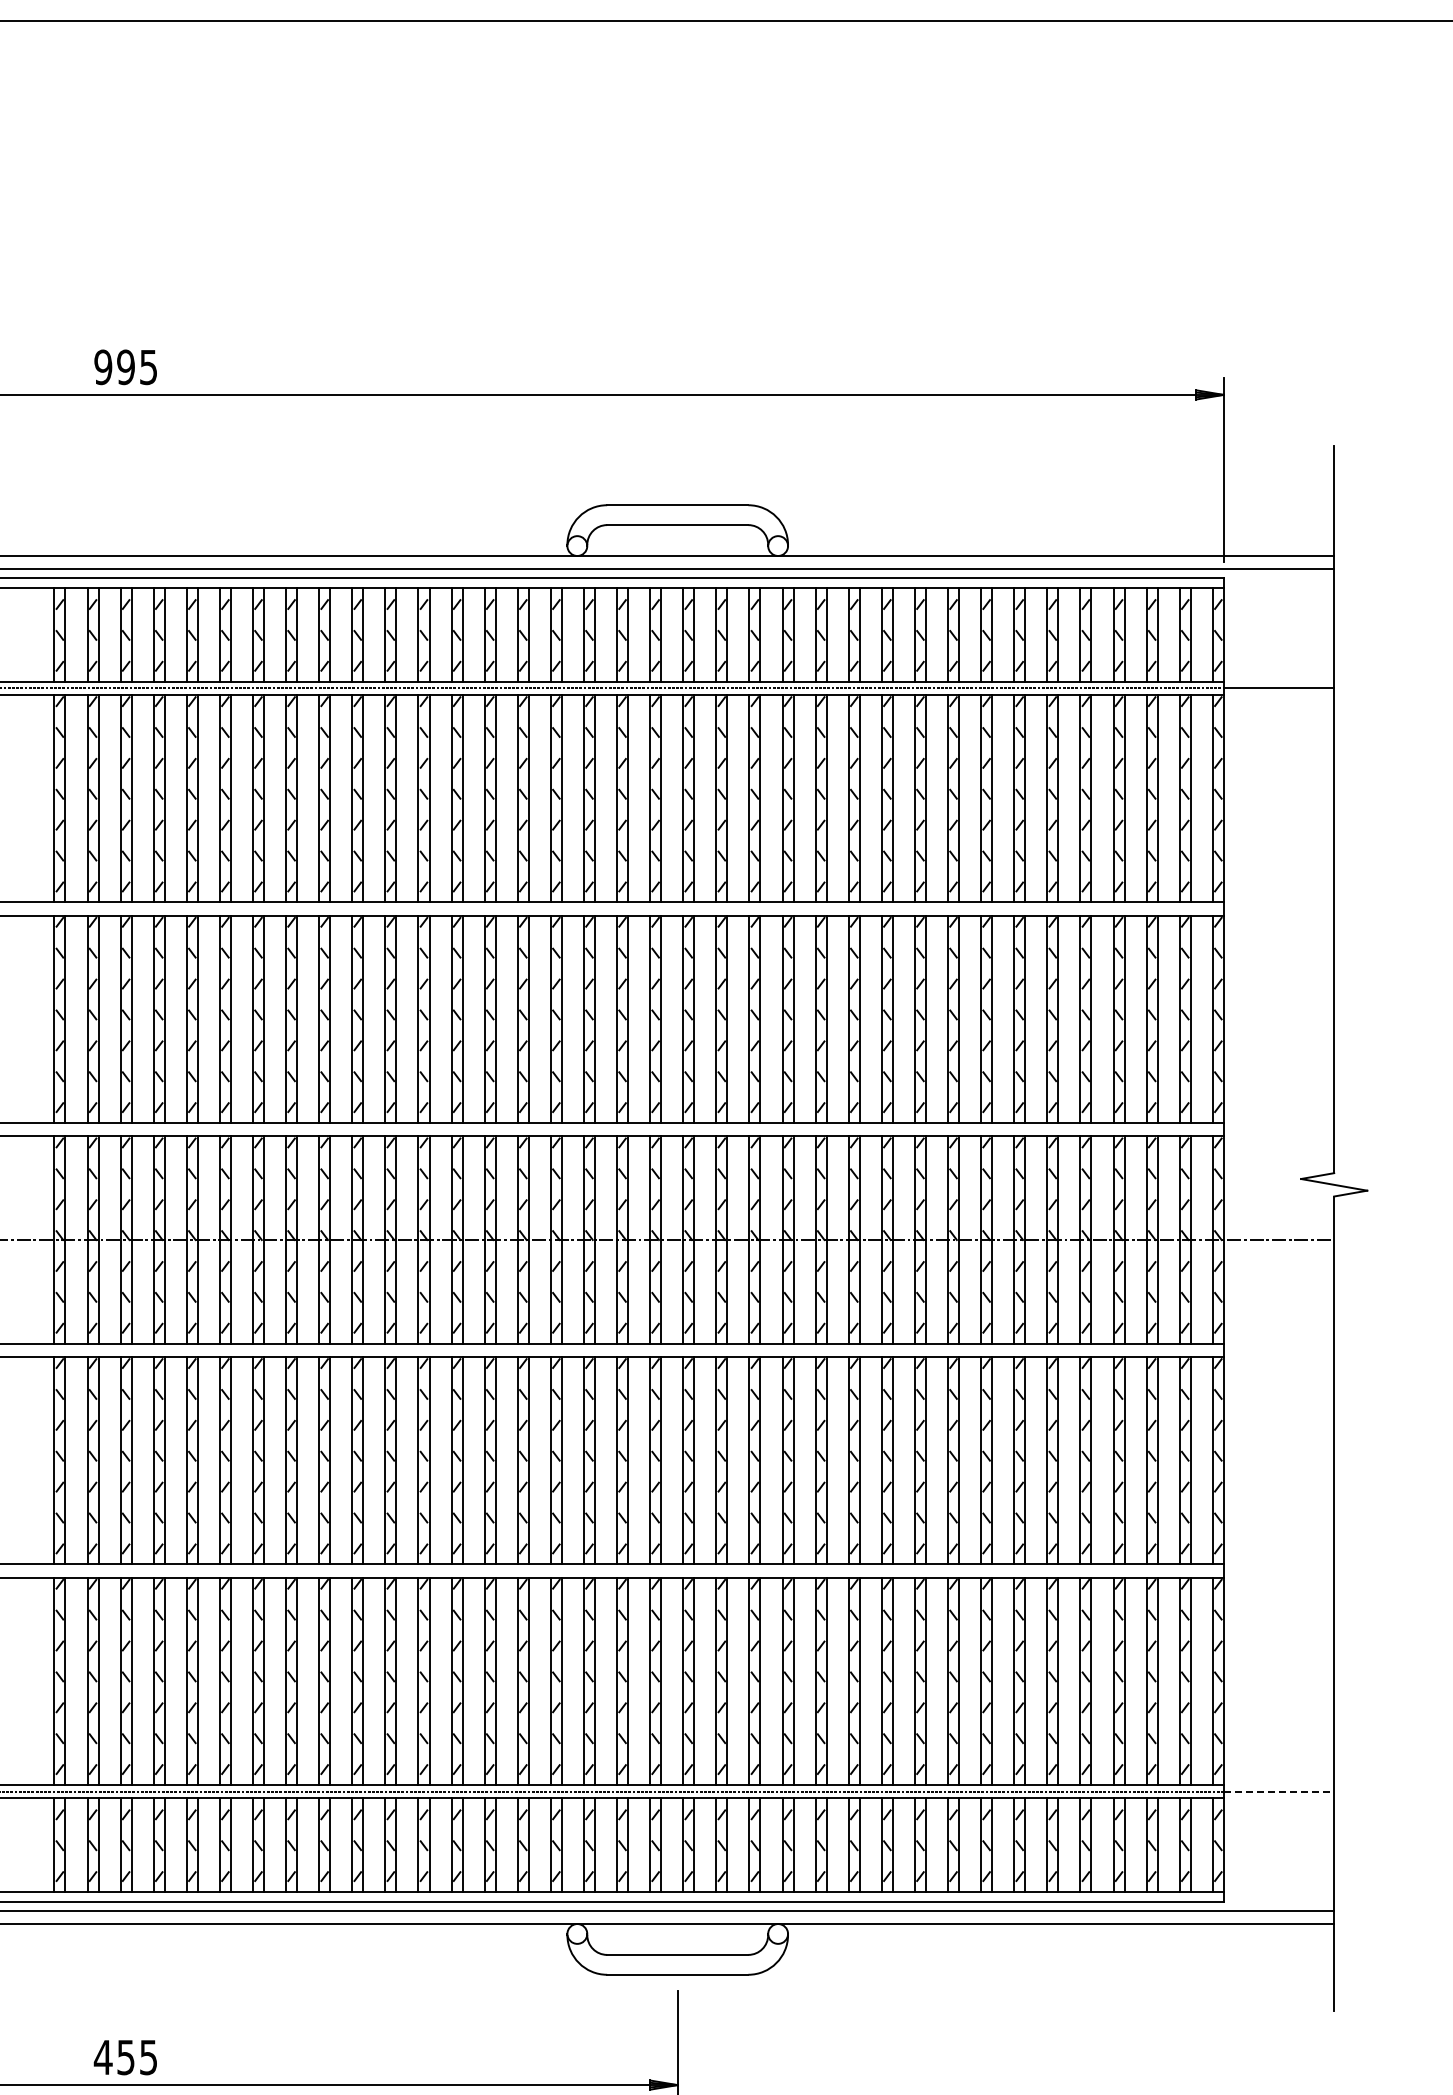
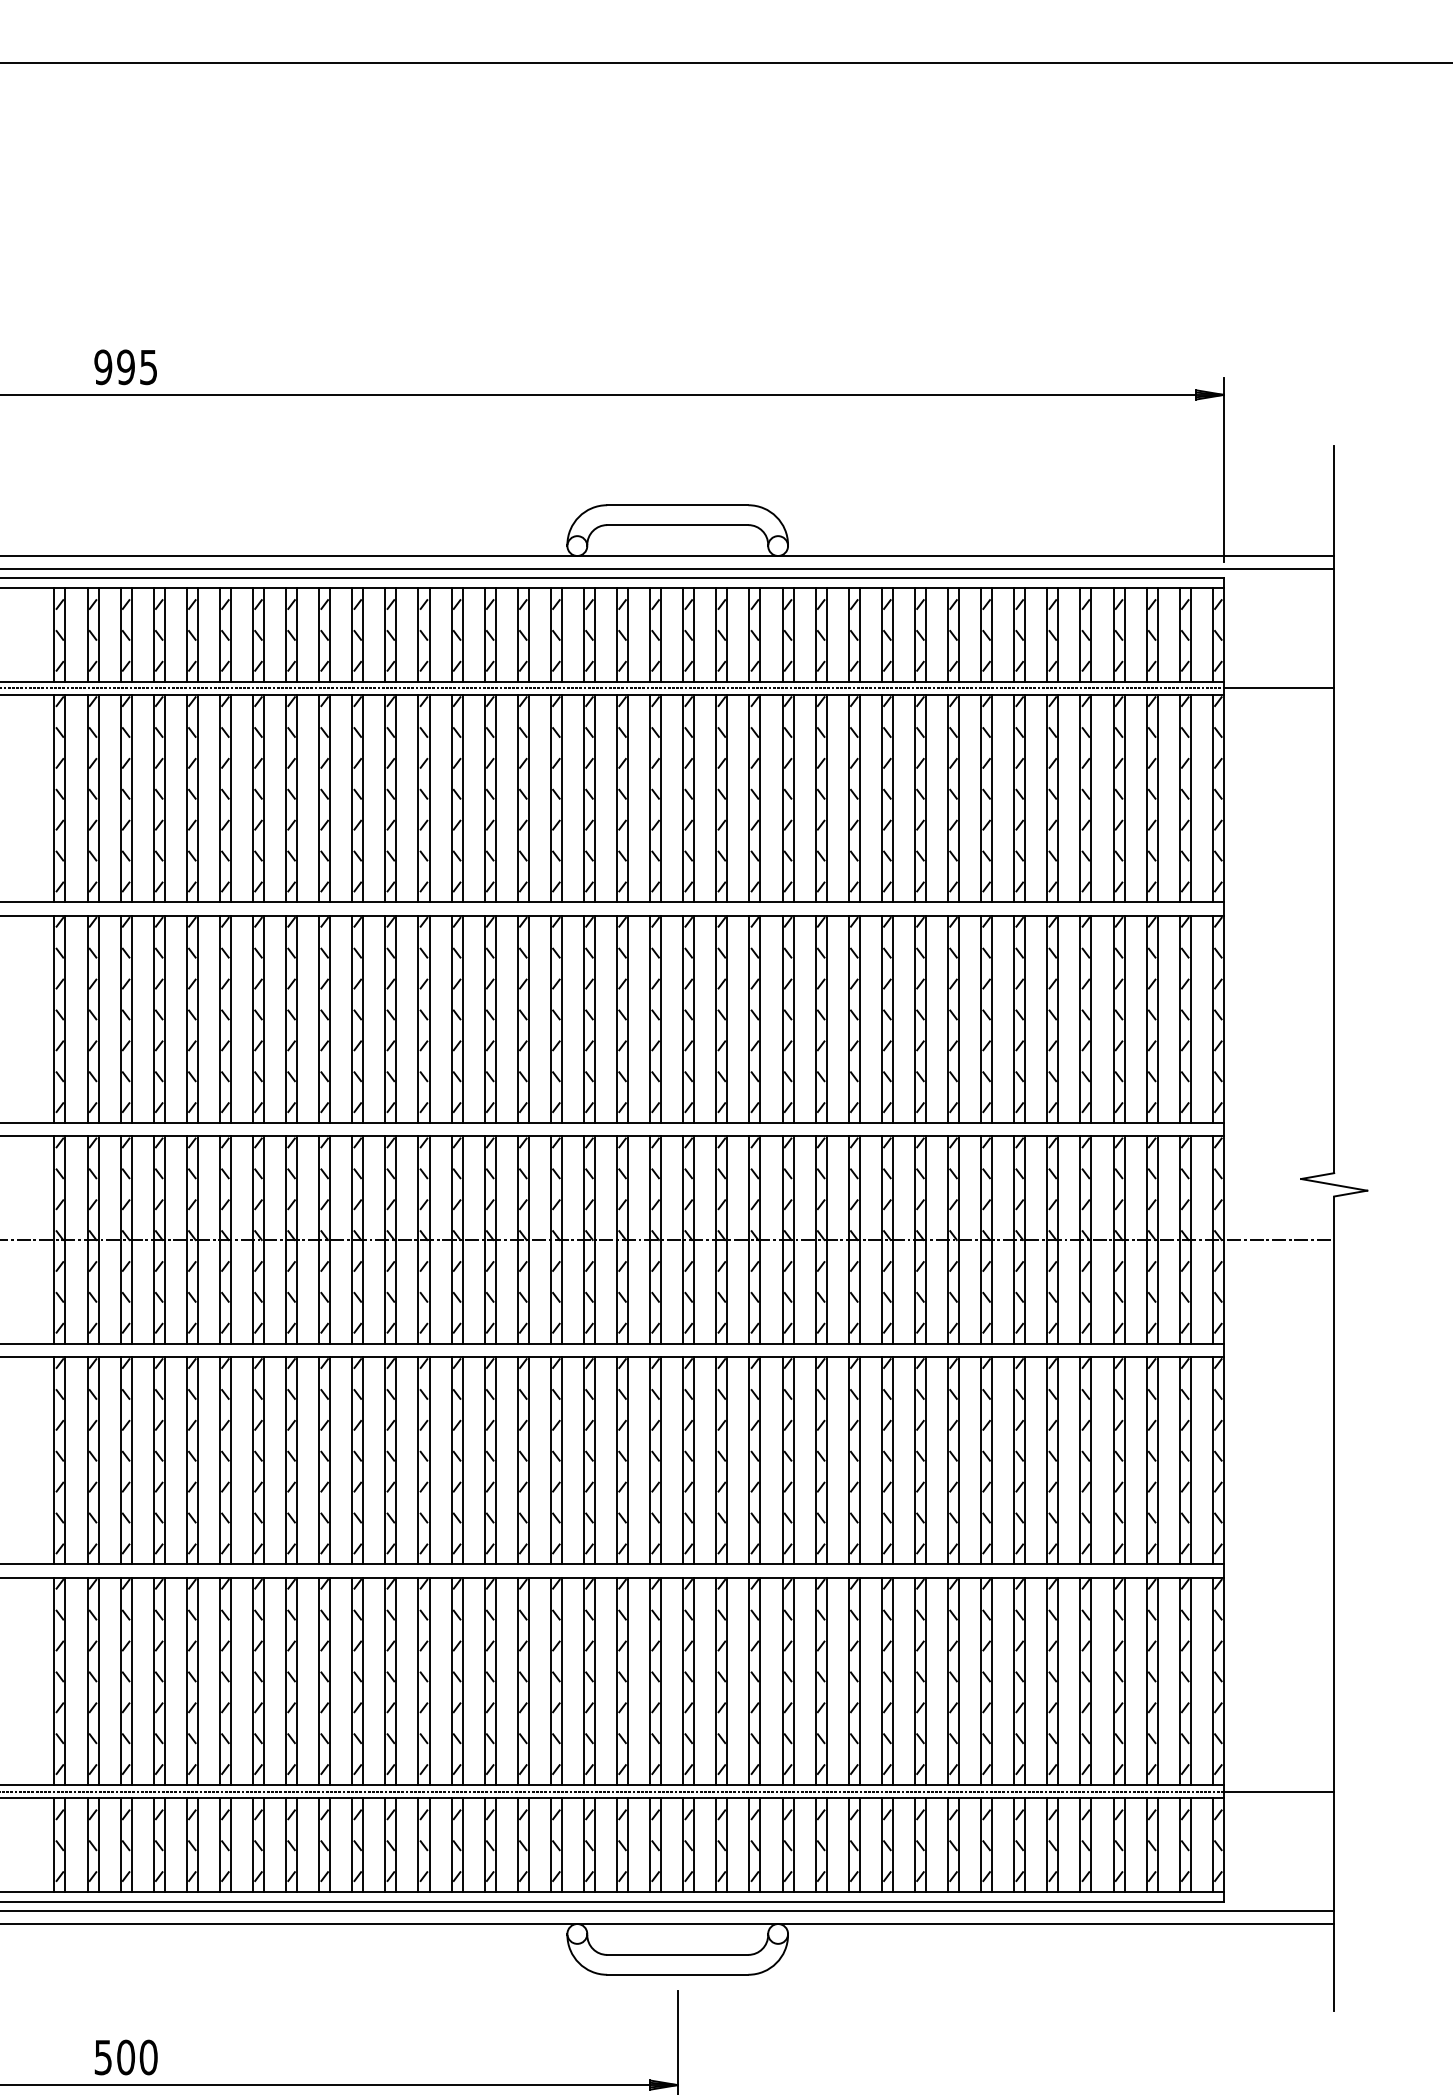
line at (725, 20) position: (725, 20) -> (725, 62)
line at (1279, 1791): dashed -> solid
text at (125, 2057): 455 -> 500
